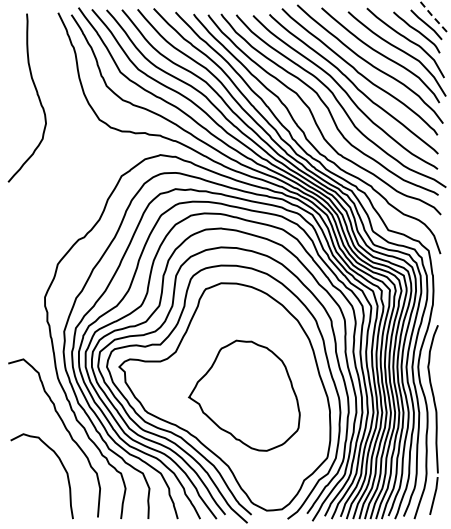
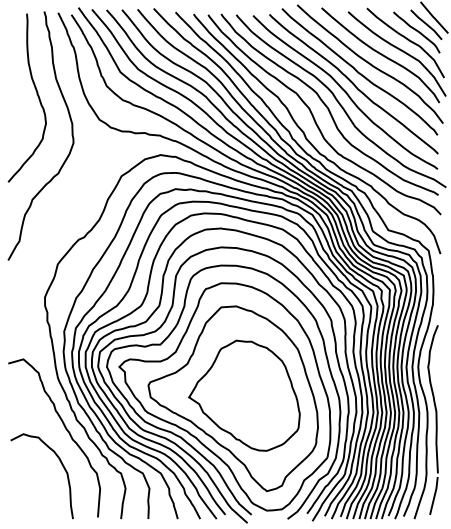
line at (434, 17): dashed -> solid
curve at (71, 135): none -> present
part at (232, 398): none -> present
